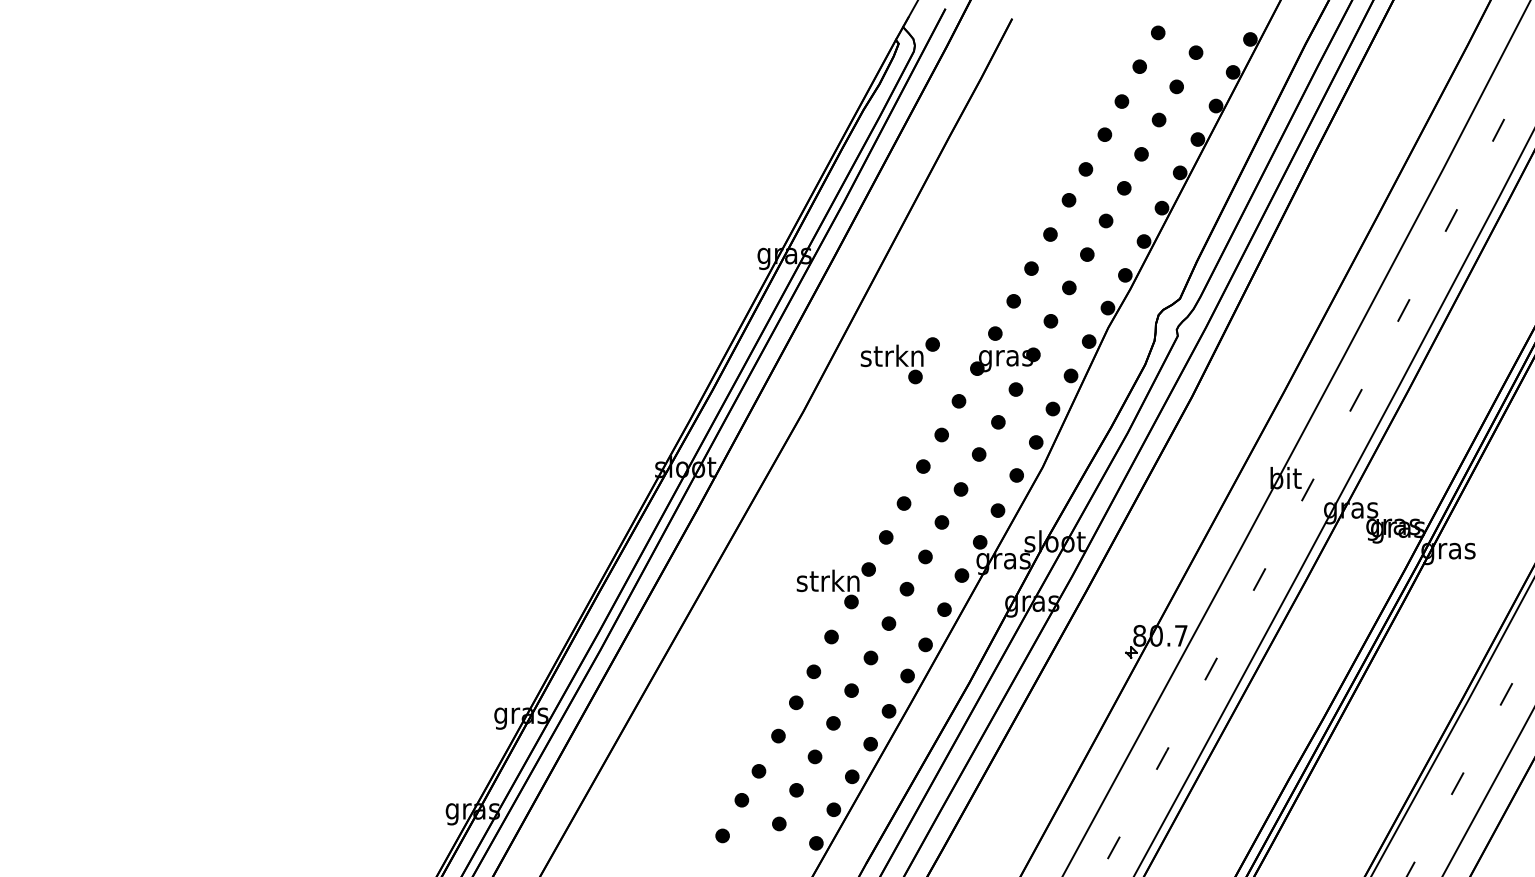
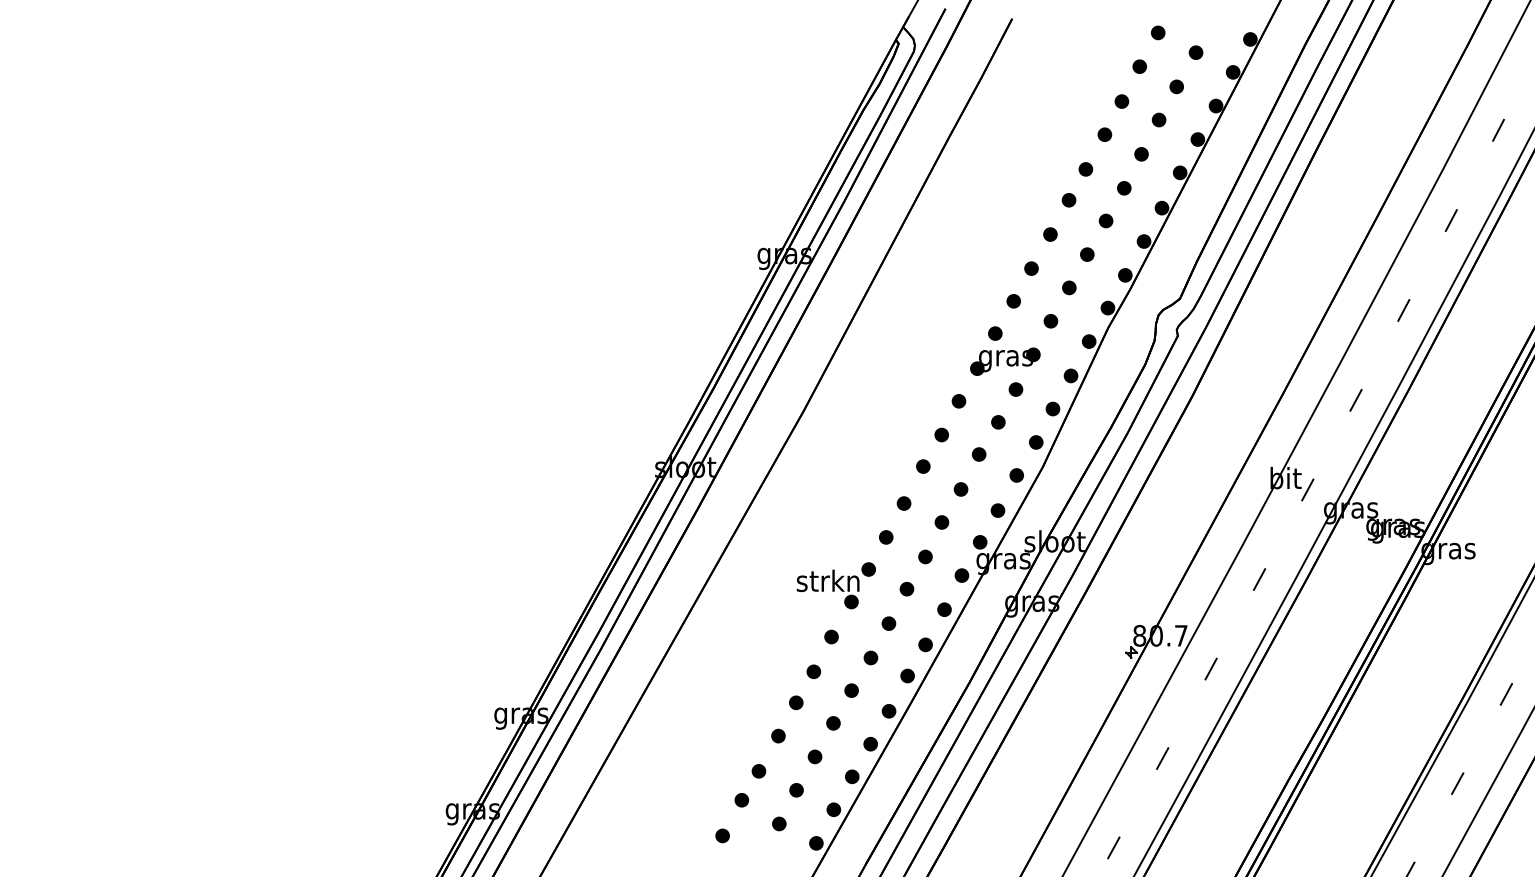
part at (899, 360): present -> none
